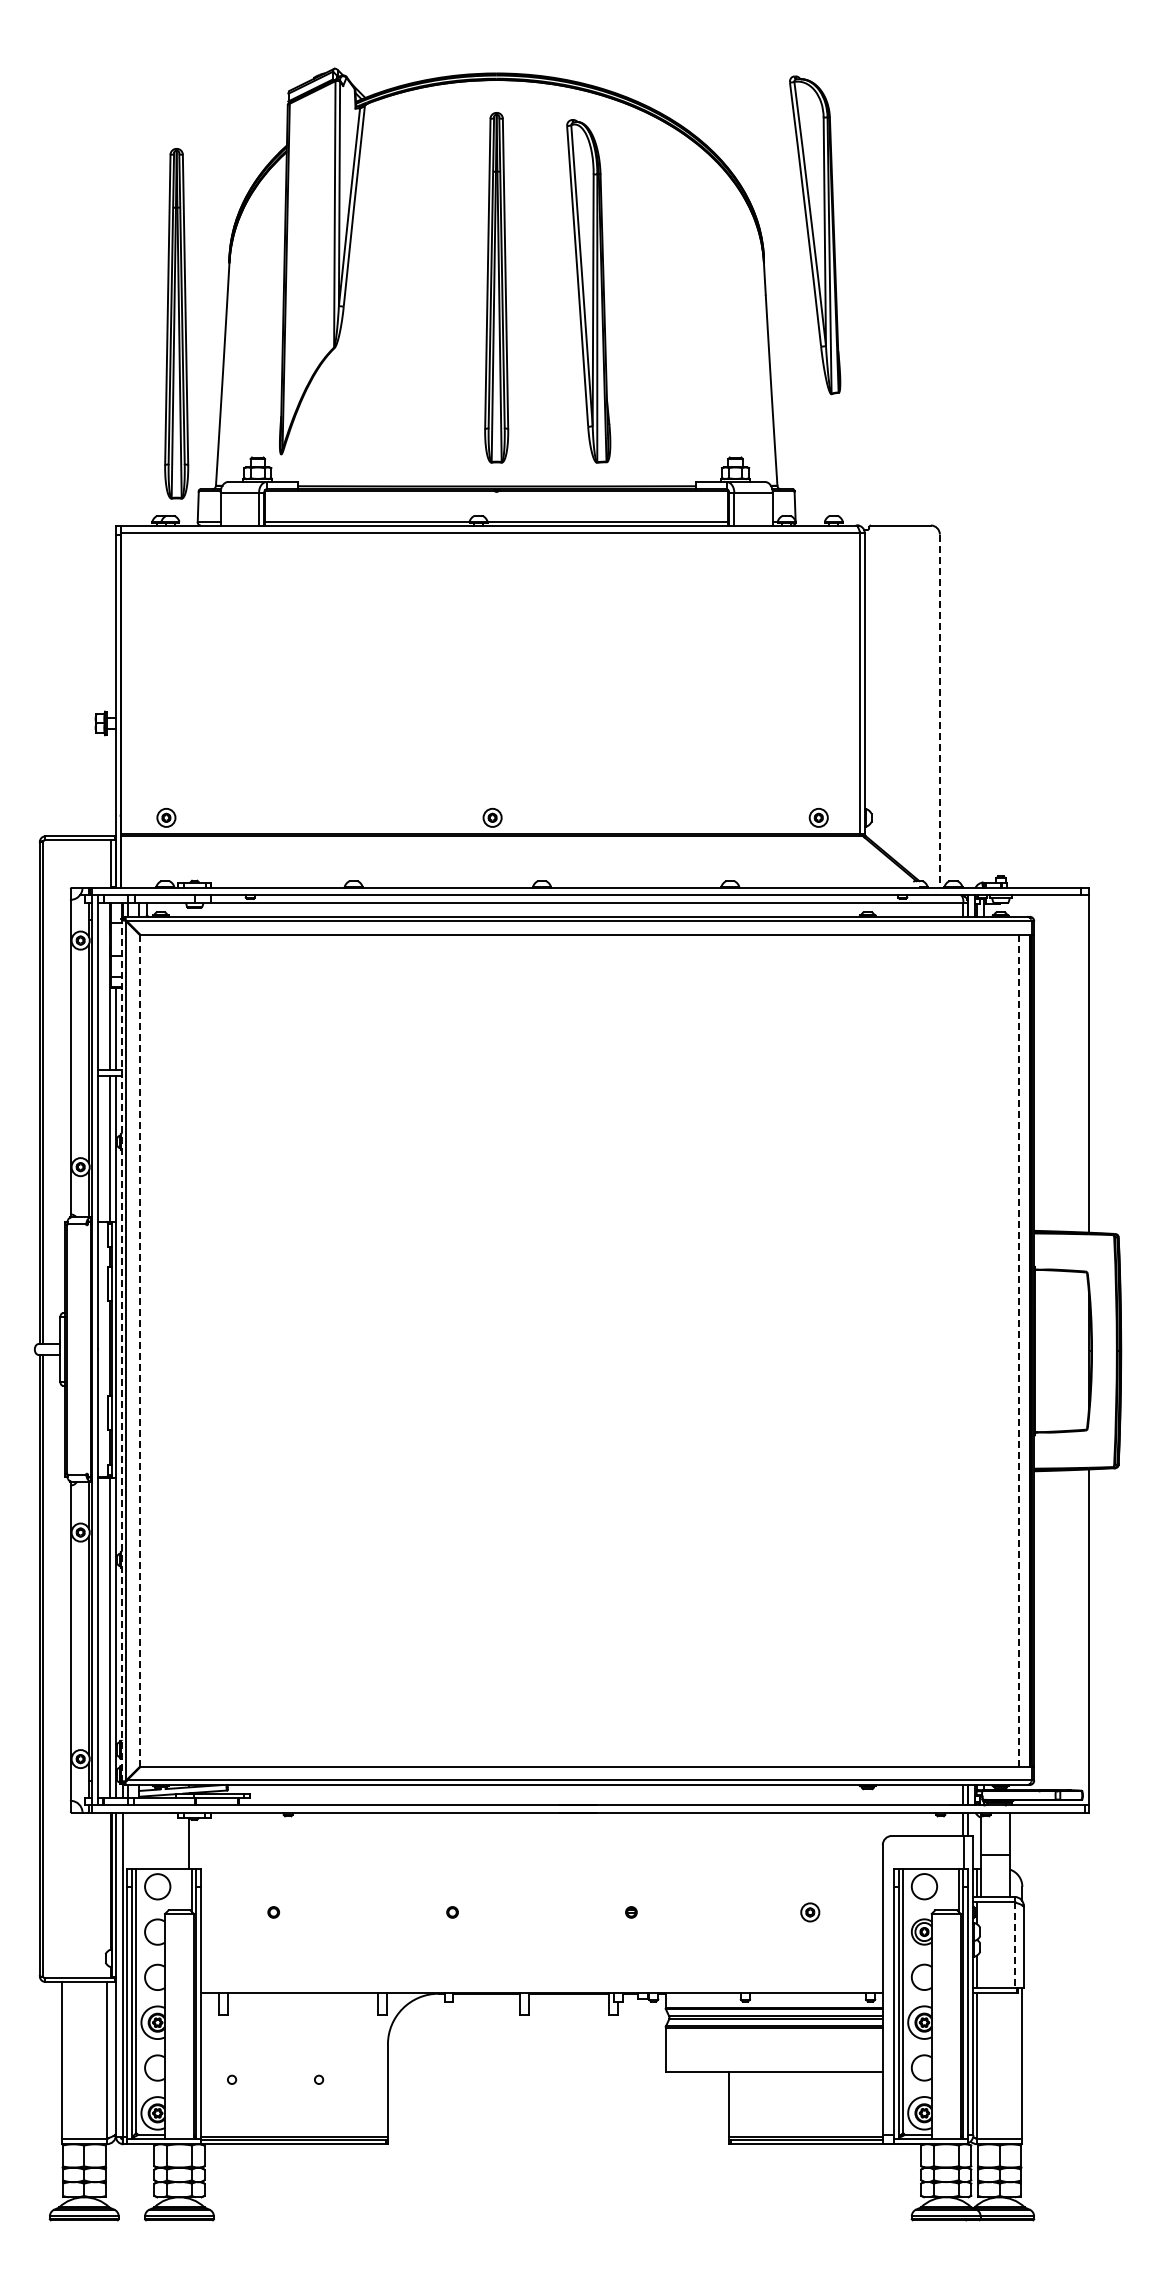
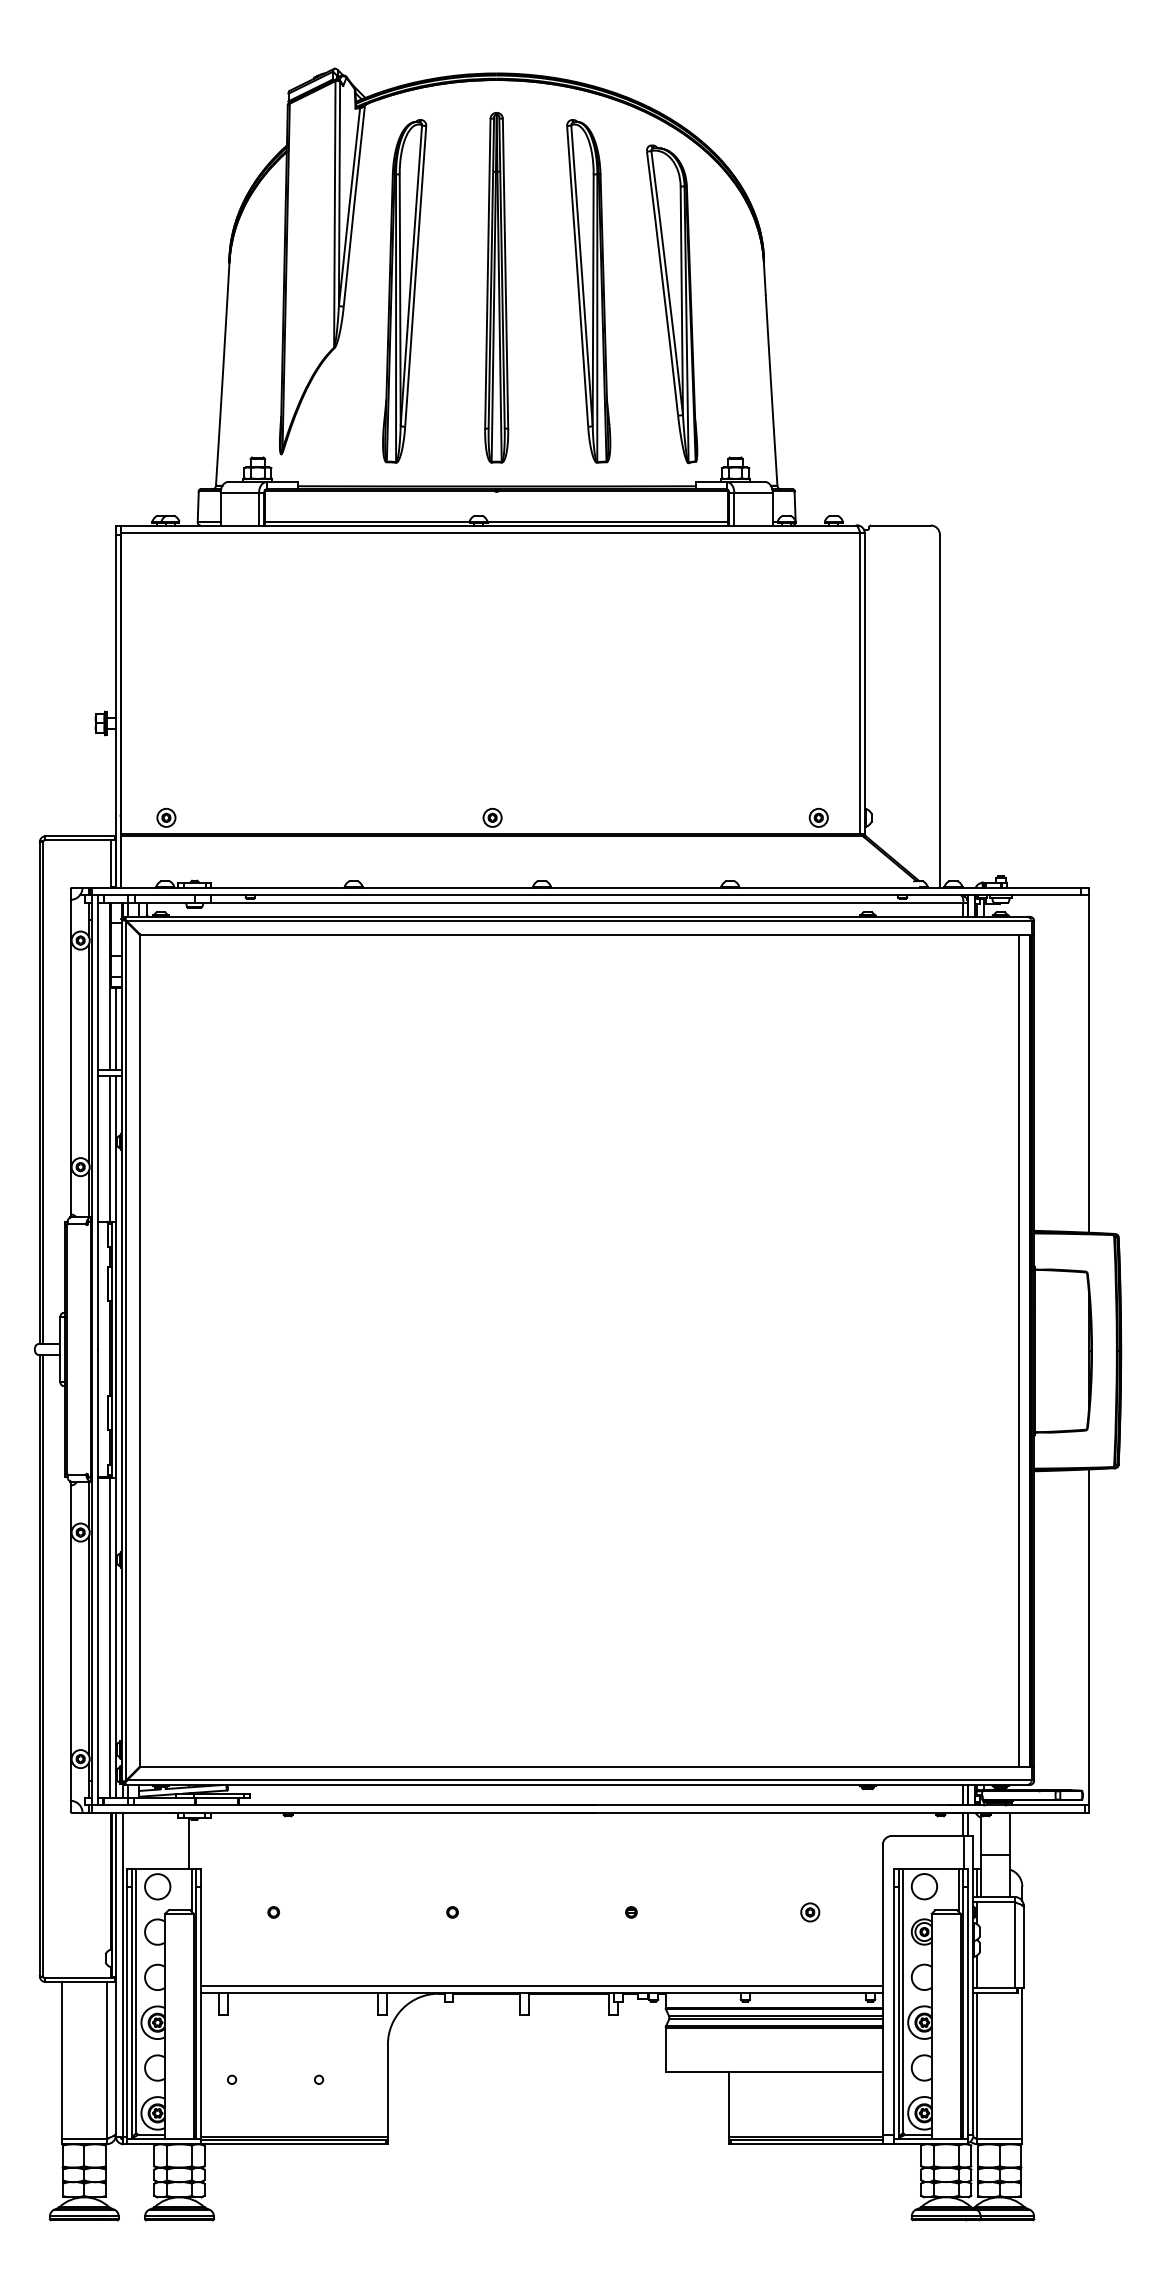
part at (815, 235) position: (815, 235) -> (672, 304)
part at (404, 291): none -> present
part at (176, 323): present -> none
line at (939, 711): dashed -> solid
line at (121, 1350): dashed -> solid
line at (140, 1350): dashed -> solid
line at (1019, 1351): dashed -> solid
line at (1014, 1945): dashed -> solid
line at (541, 1985): none -> present
